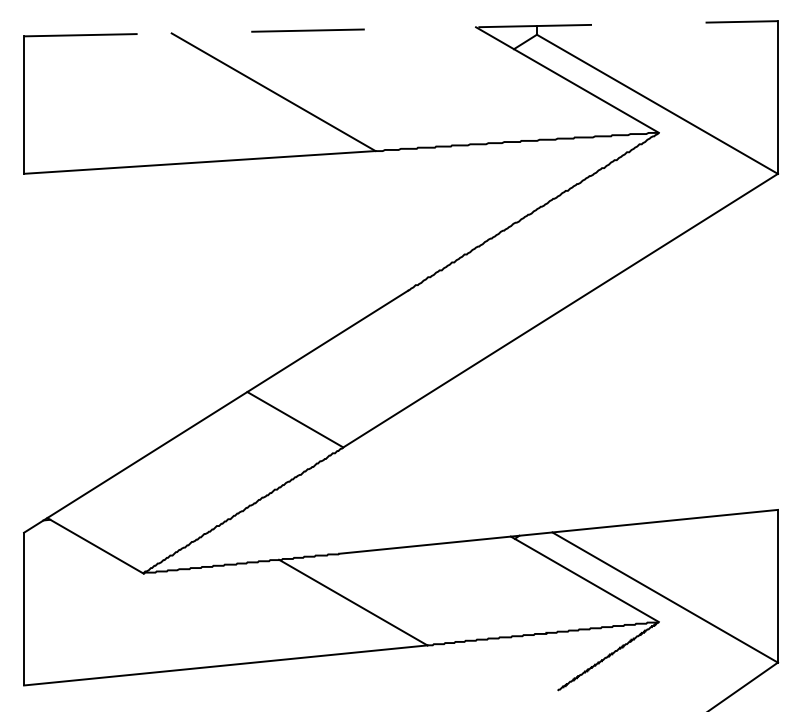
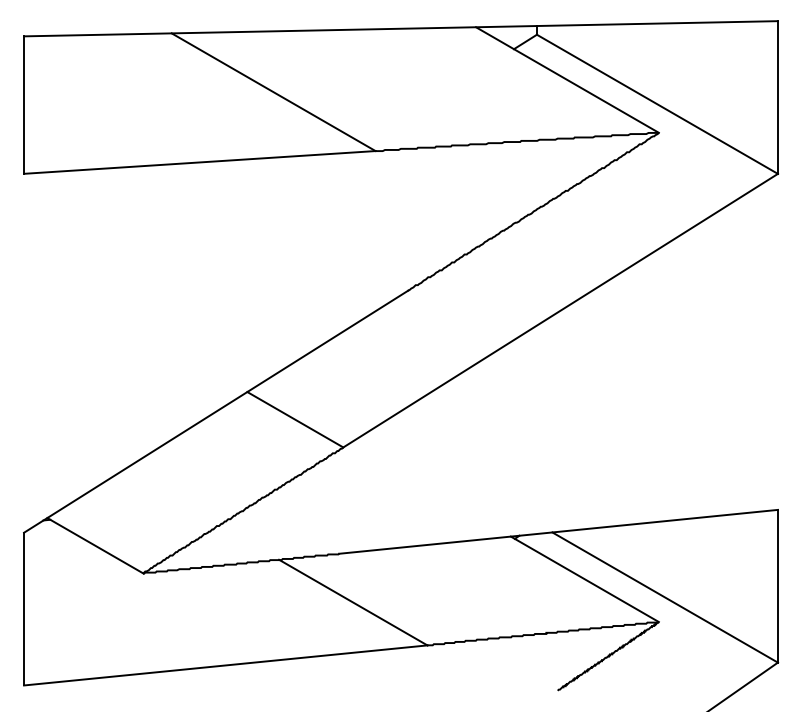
line at (401, 28): dashed -> solid
